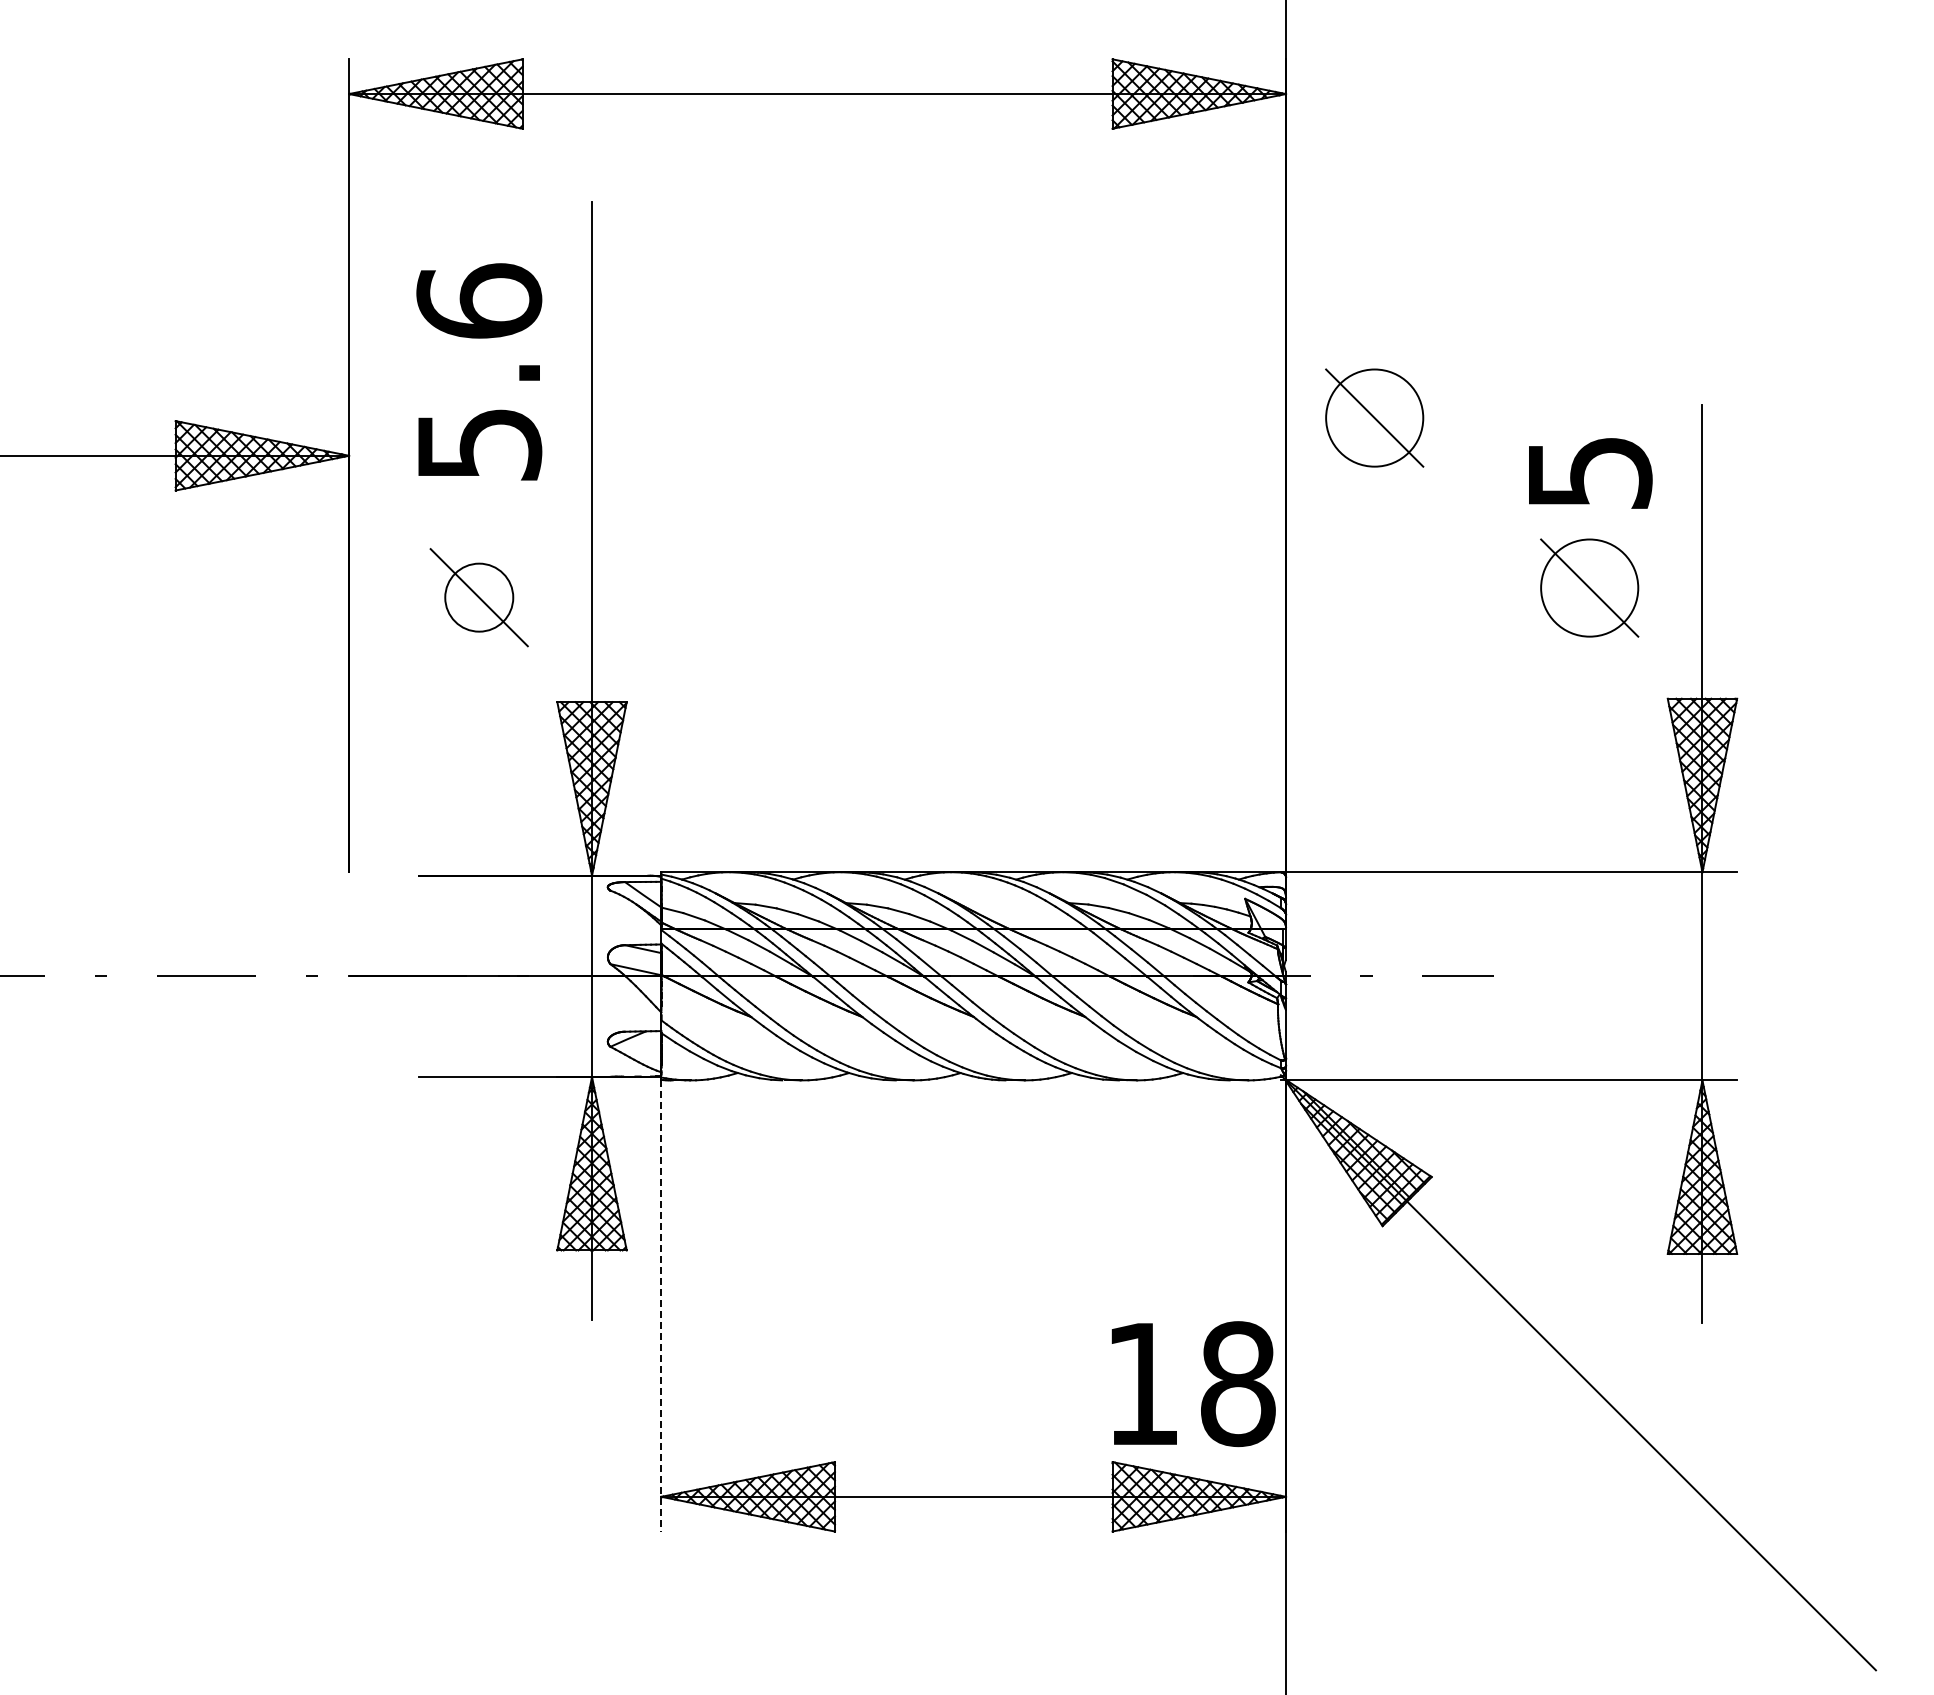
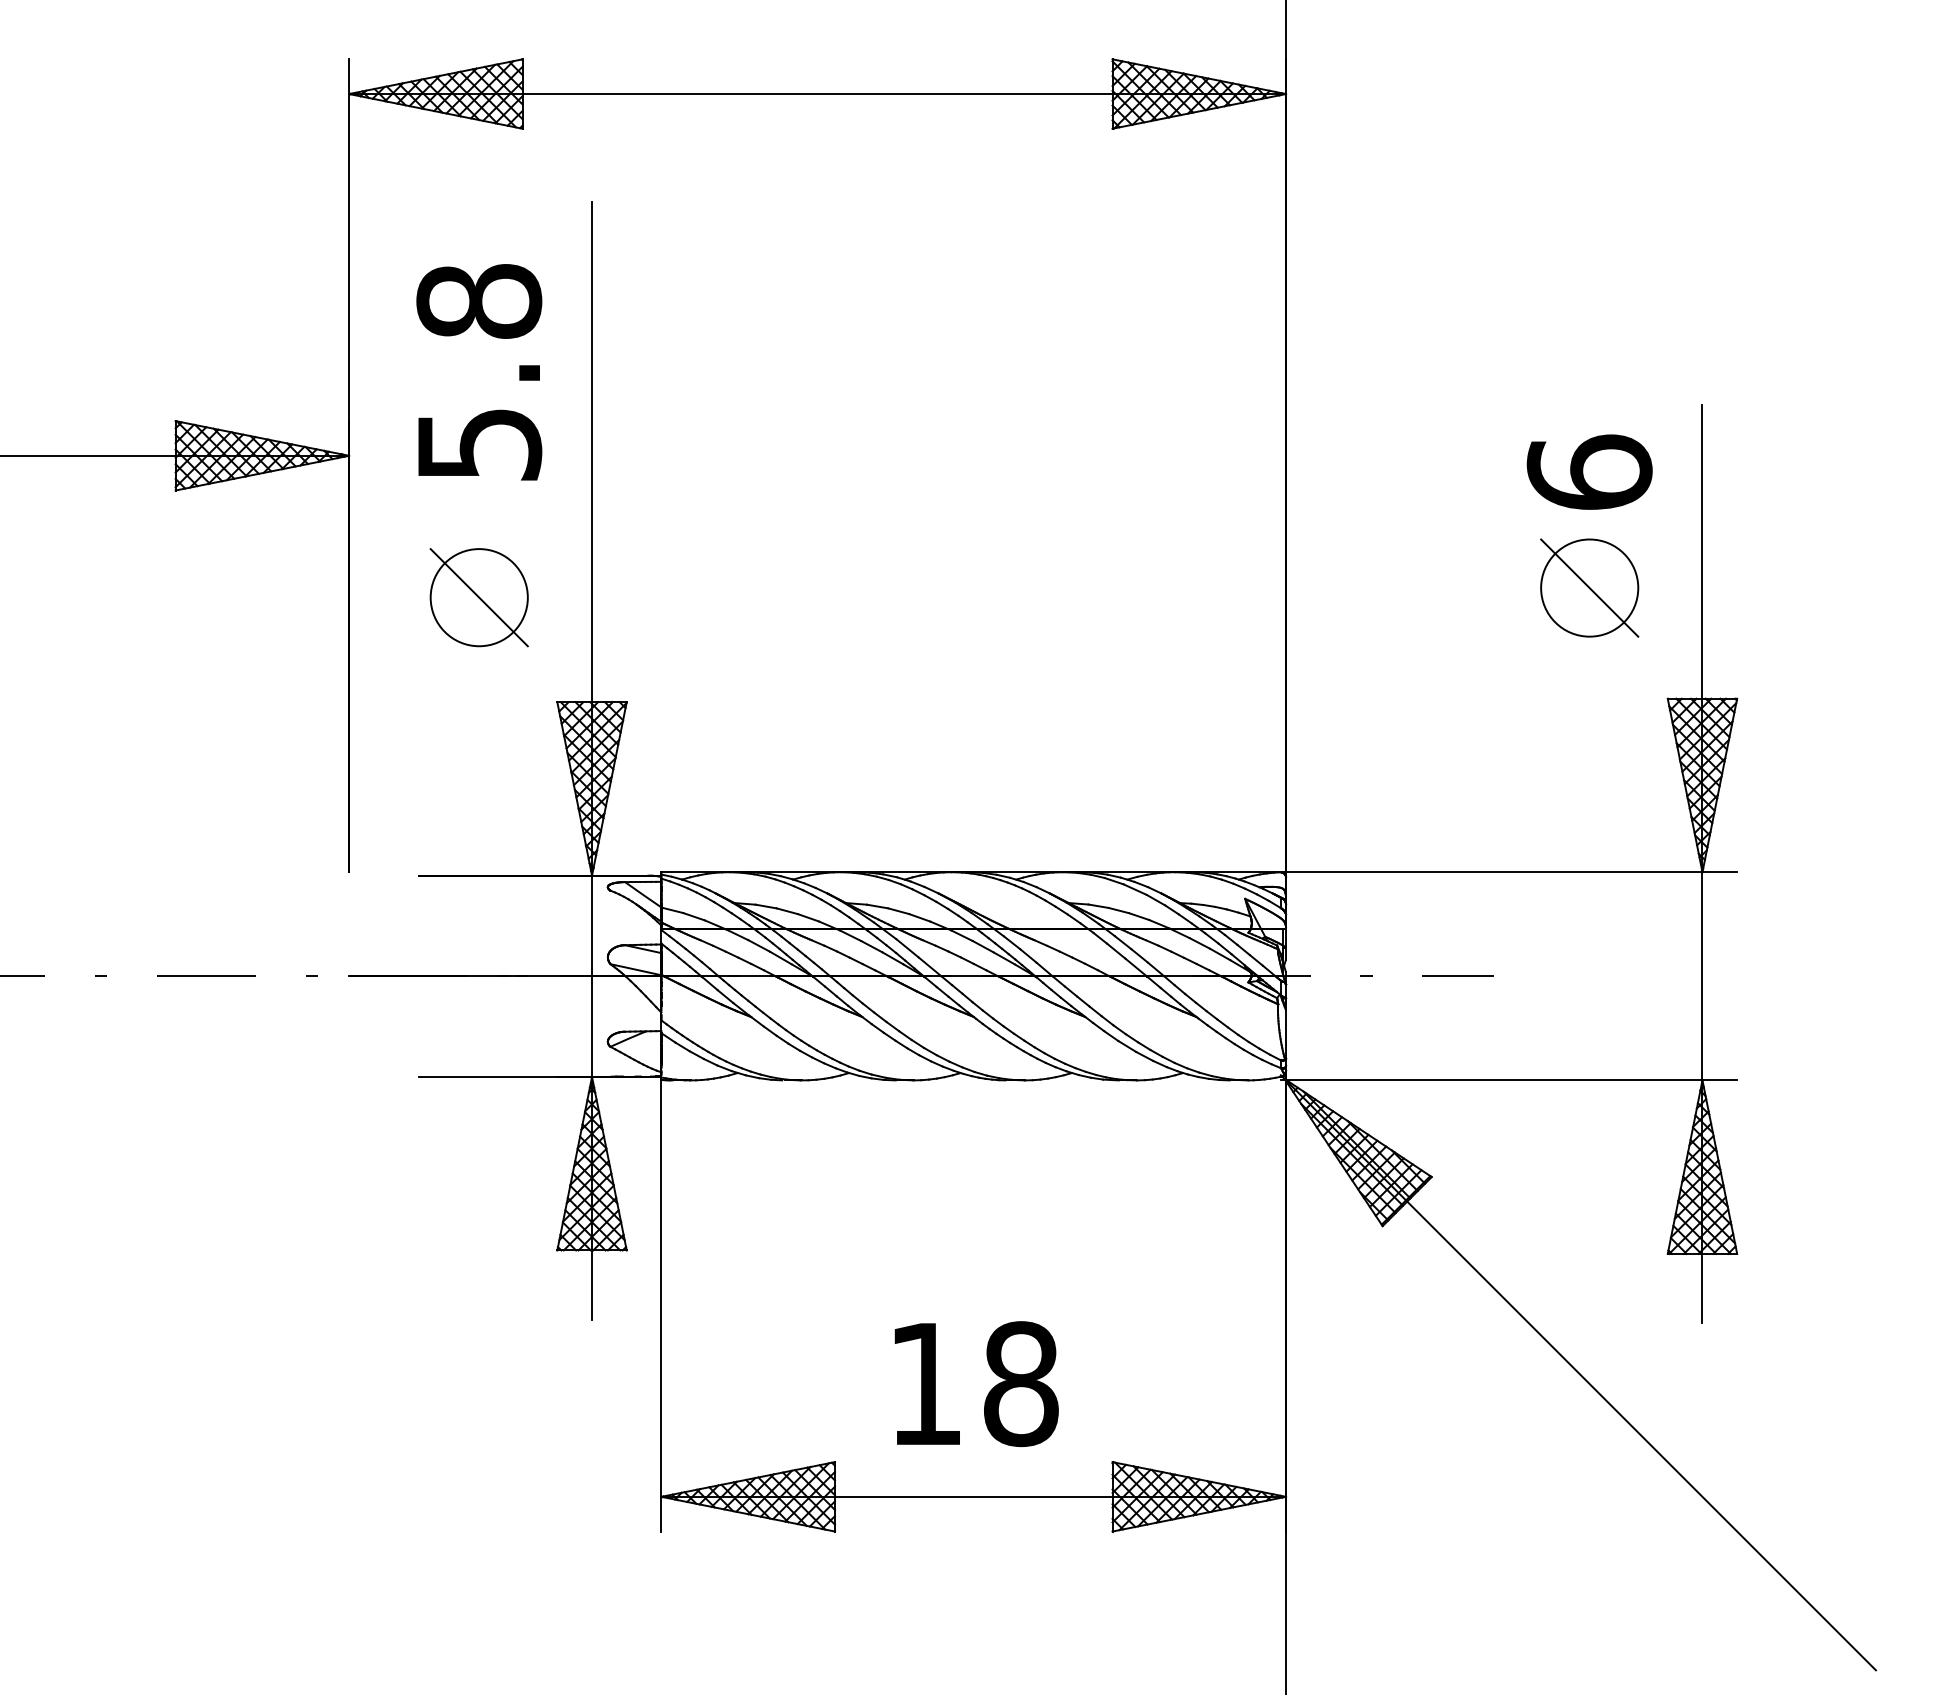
text at (479, 300): 5.6 -> 5.8
part at (1374, 417): present -> none
text at (1589, 471): 5 -> 6
circle at (479, 597) diameter: 68 px -> 97 px
line at (661, 1305): dashed -> solid
text at (1193, 1384) position: (1193, 1384) -> (976, 1384)
